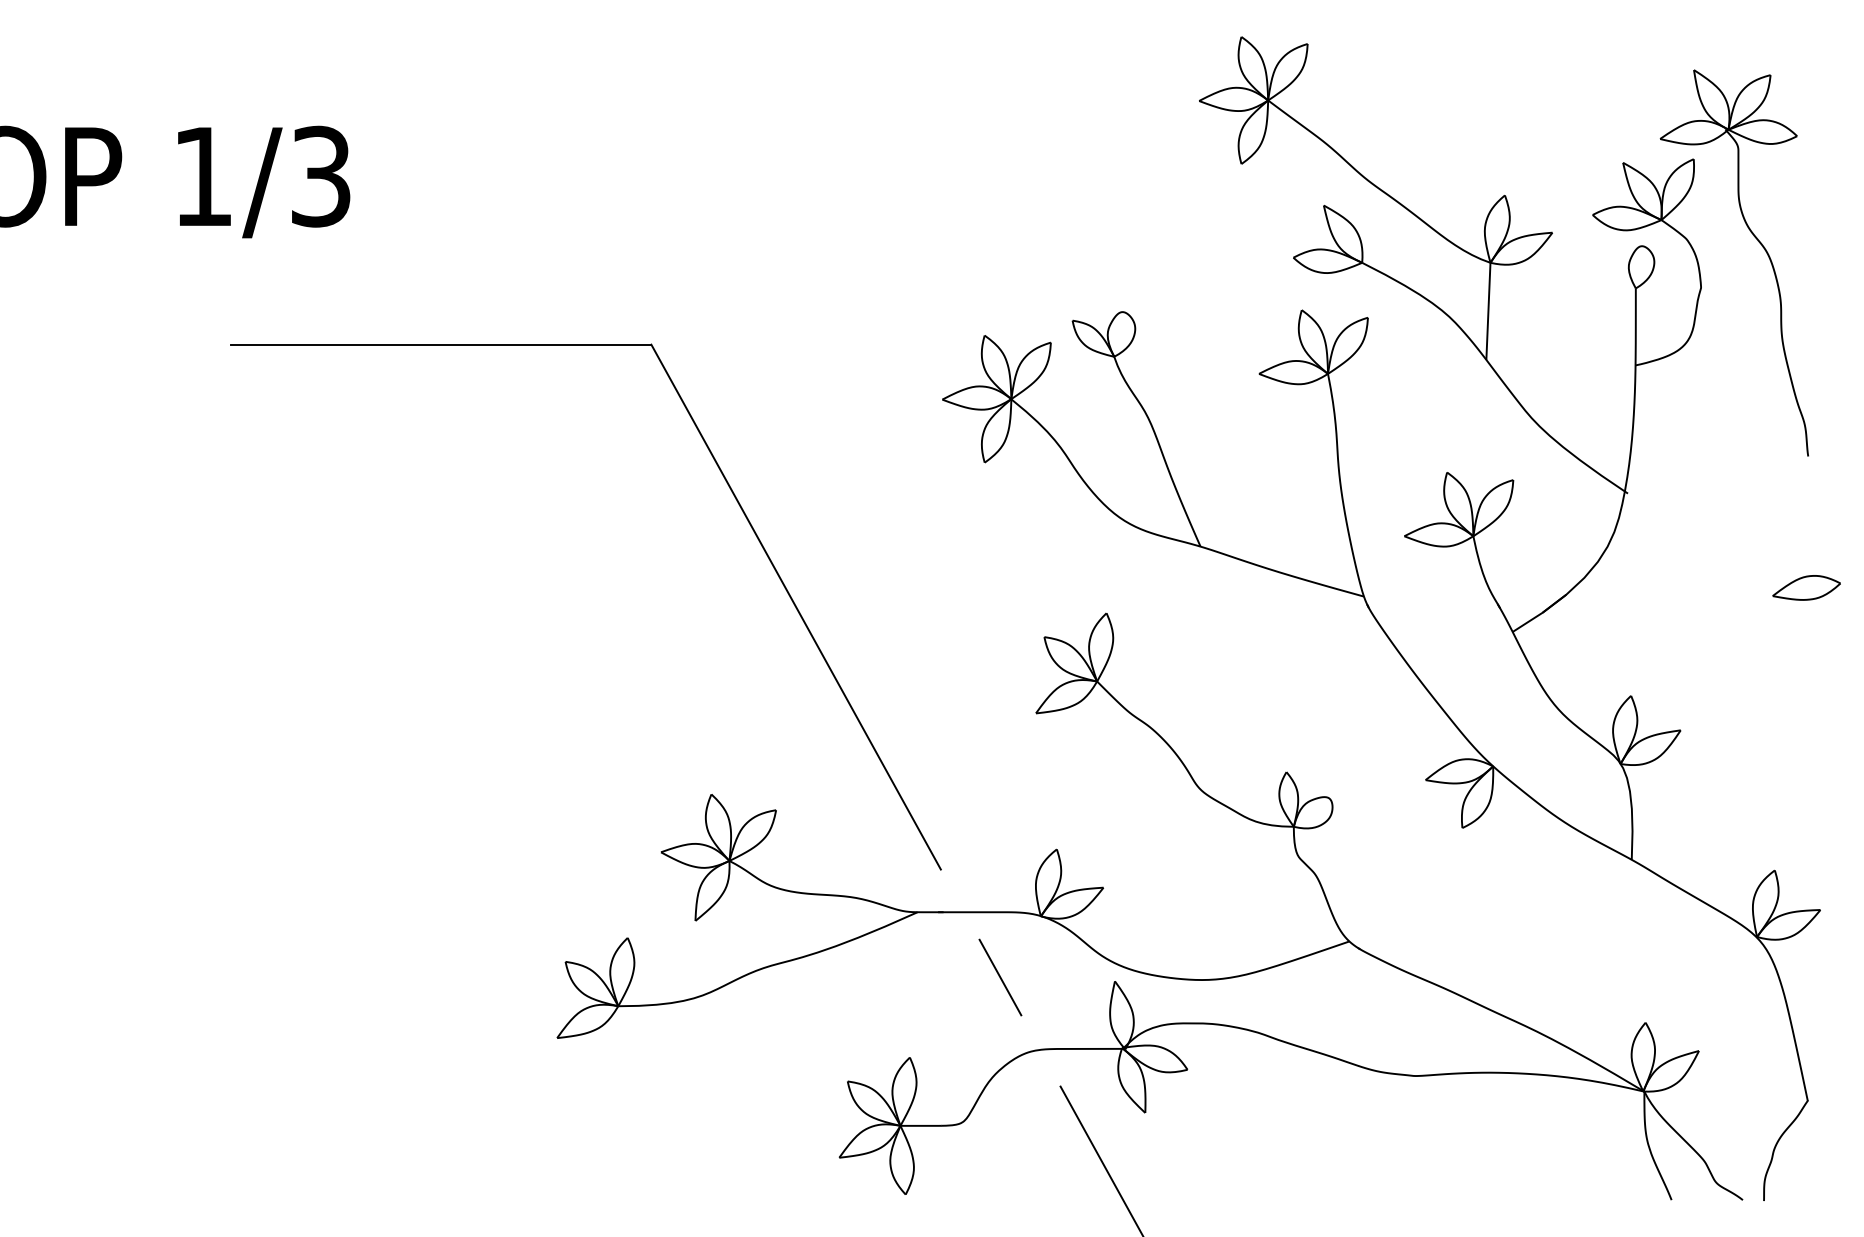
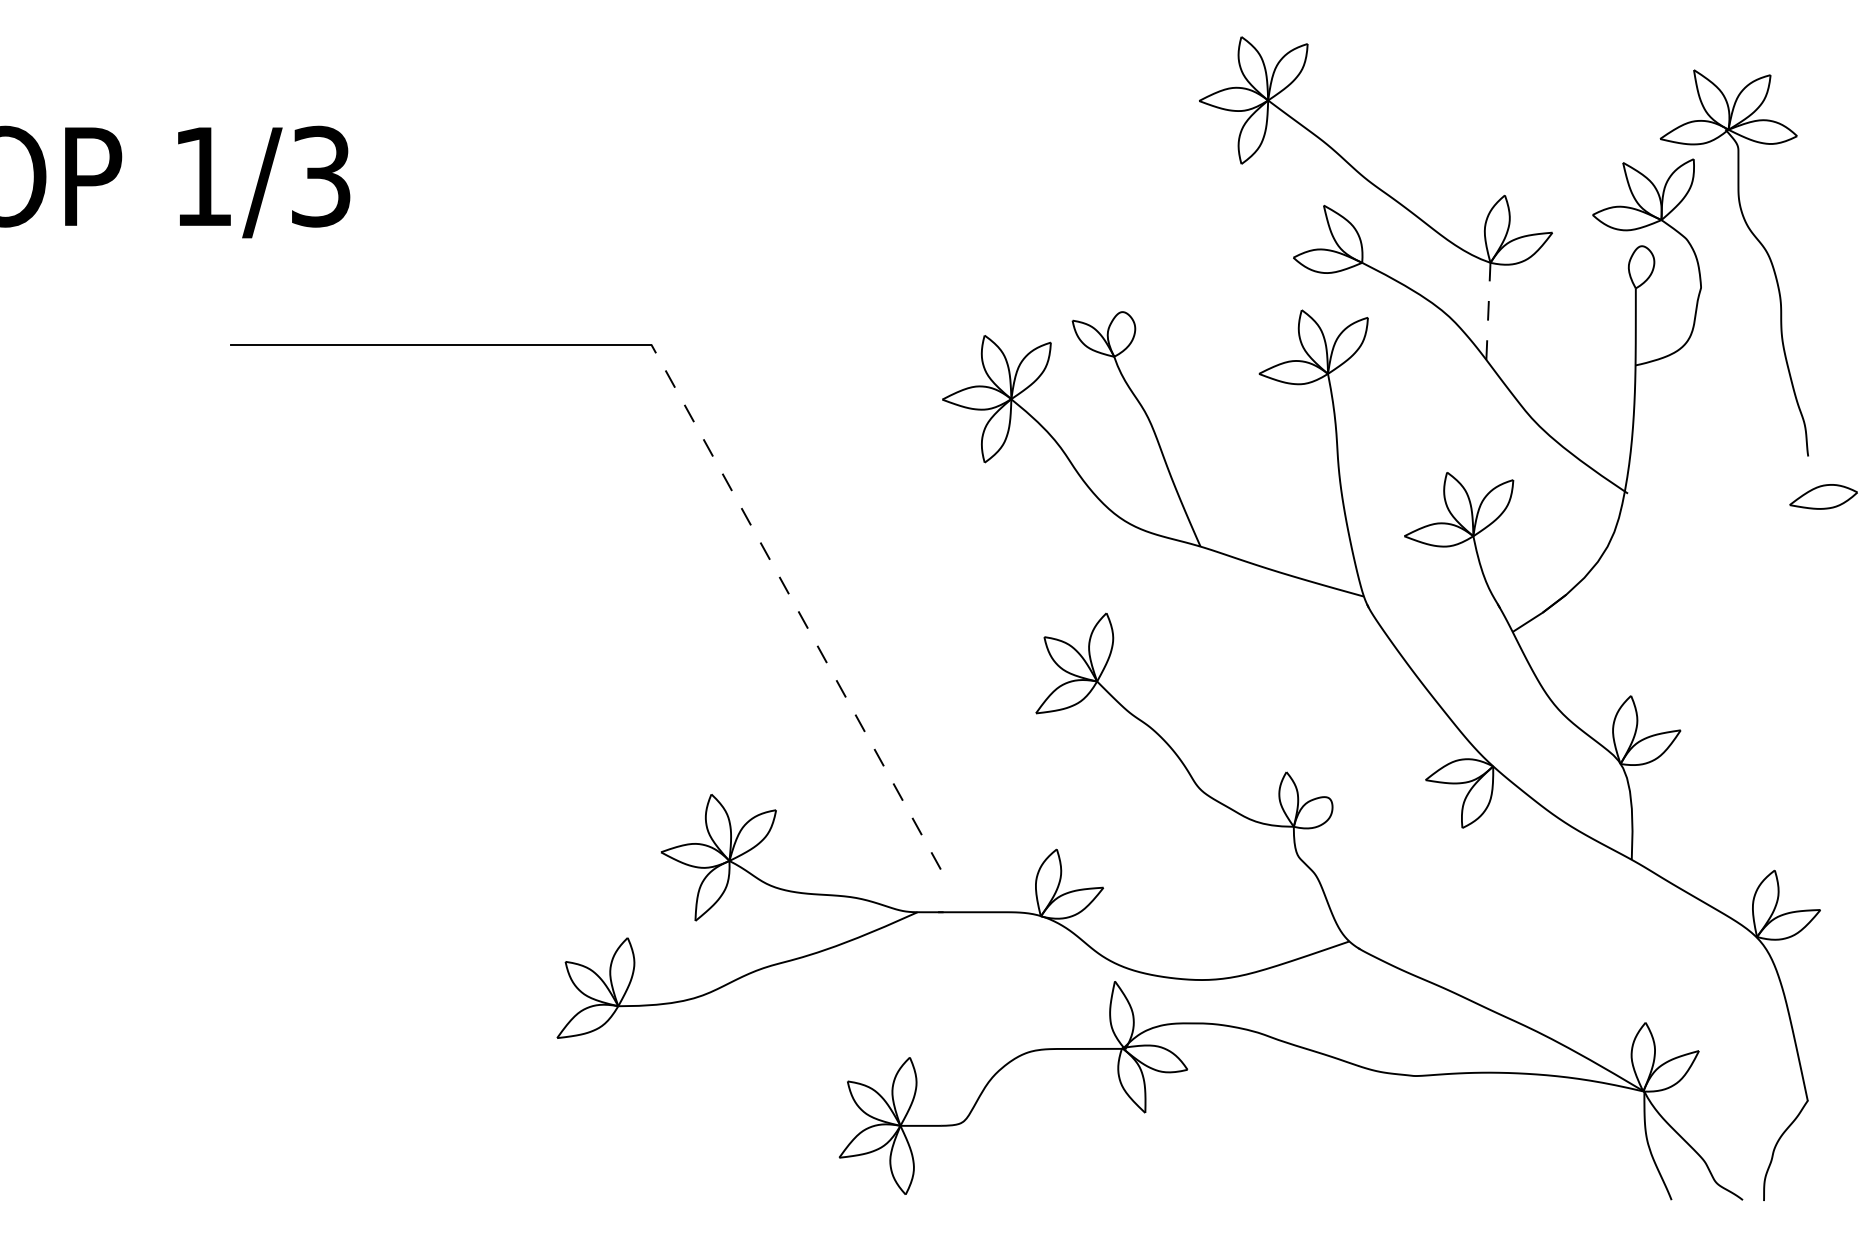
line at (1488, 311): solid -> dashed
part at (1806, 587) position: (1806, 587) -> (1823, 496)
line at (796, 607): solid -> dashed
line at (1000, 977): present -> none
line at (1100, 1159): present -> none
